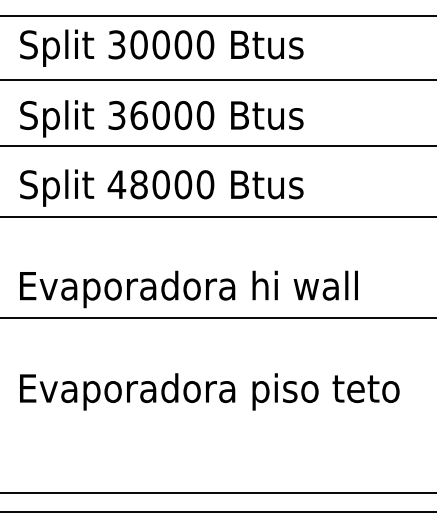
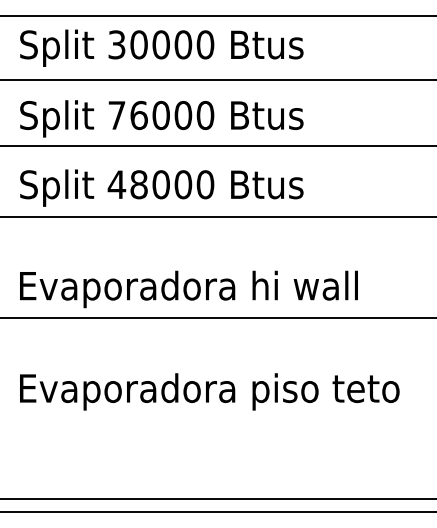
text at (116, 115): 36000 -> 76000
line at (217, 492) position: (217, 492) -> (217, 498)
